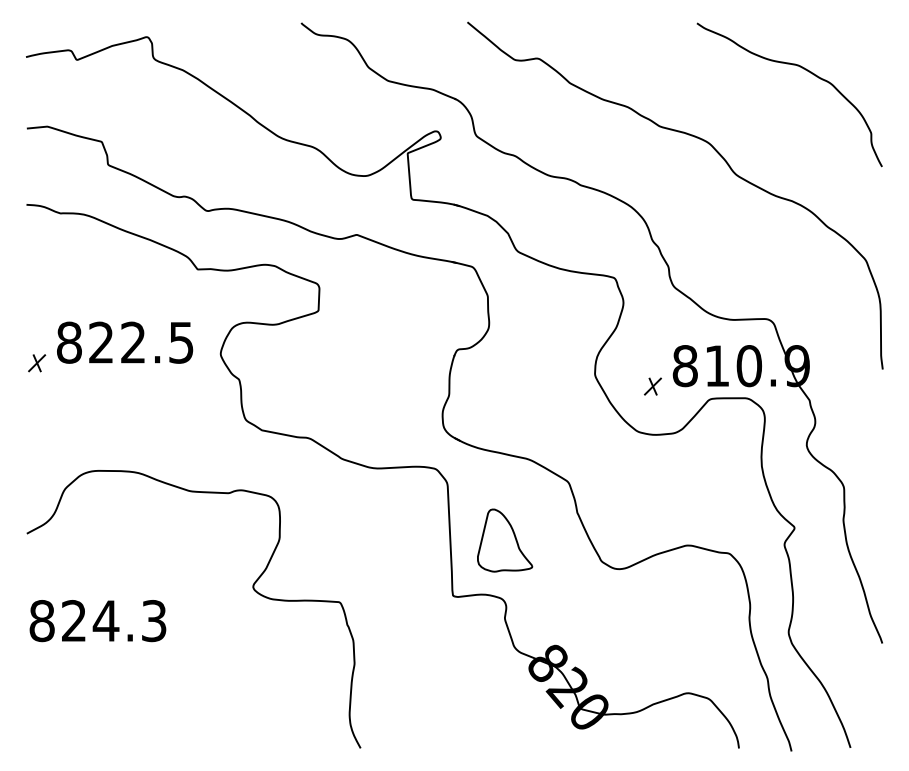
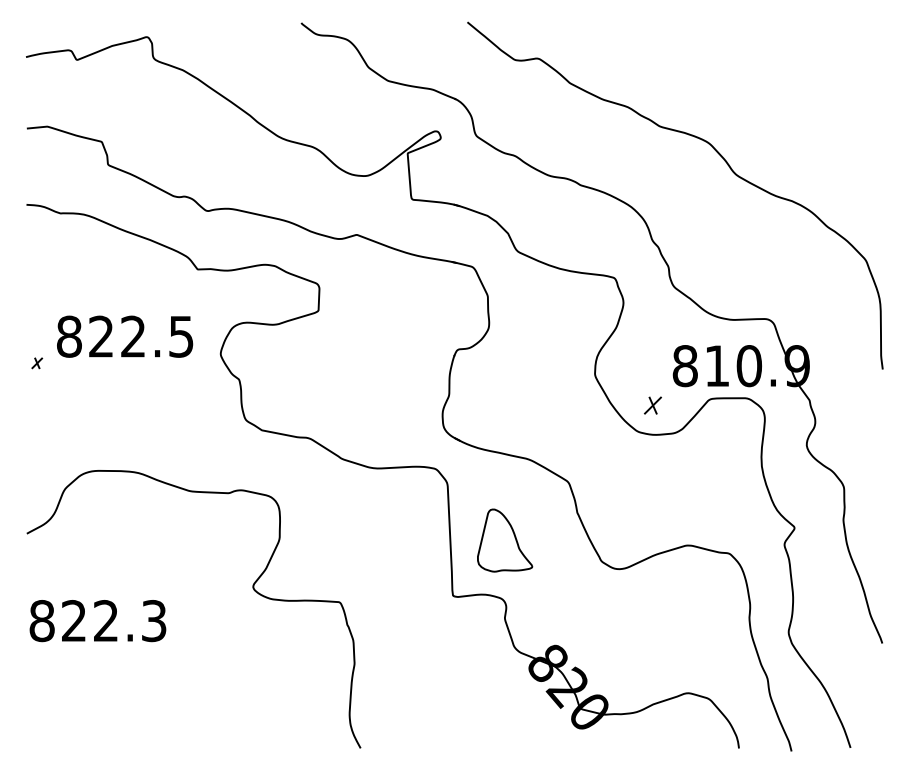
curve at (801, 68): present -> none
text at (125, 342) position: (125, 342) -> (125, 336)
part at (37, 363) size: 19x19 px -> 13x13 px
part at (652, 386) position: (652, 386) -> (652, 405)
text at (105, 620): 824.3 -> 822.3
